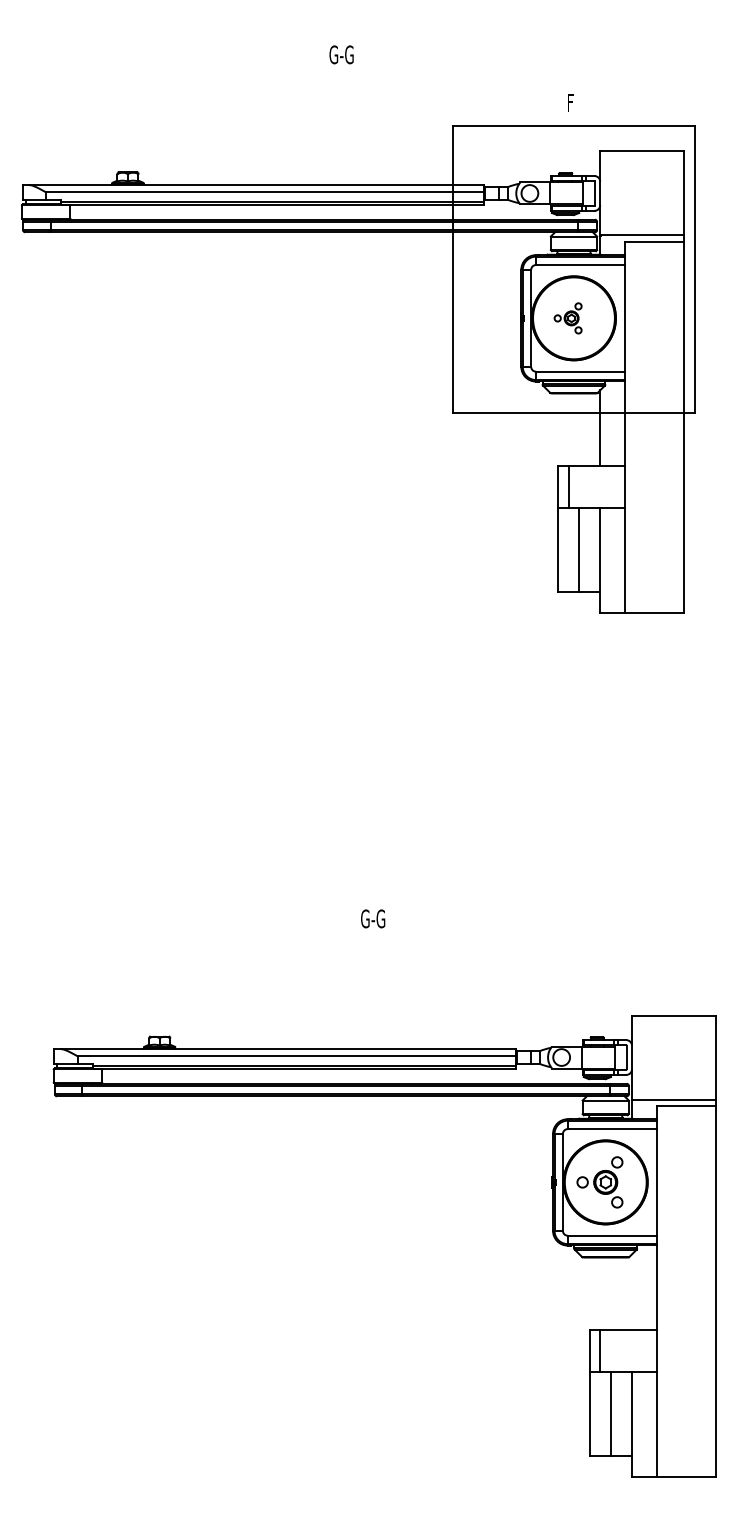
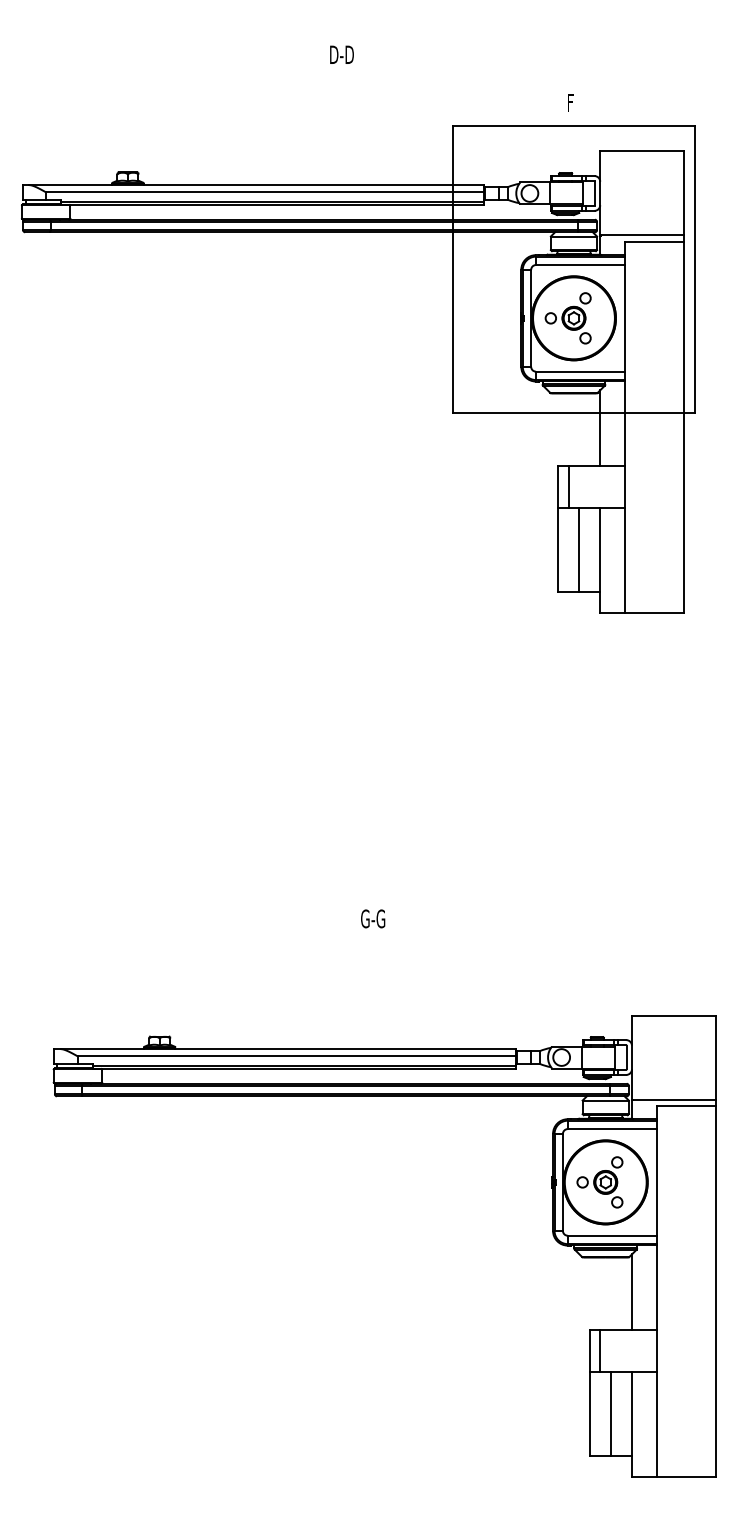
text at (341, 54): G-G -> D-D
part at (567, 318) size: 30x33 px -> 48x53 px
line at (631, 1292): none -> present
